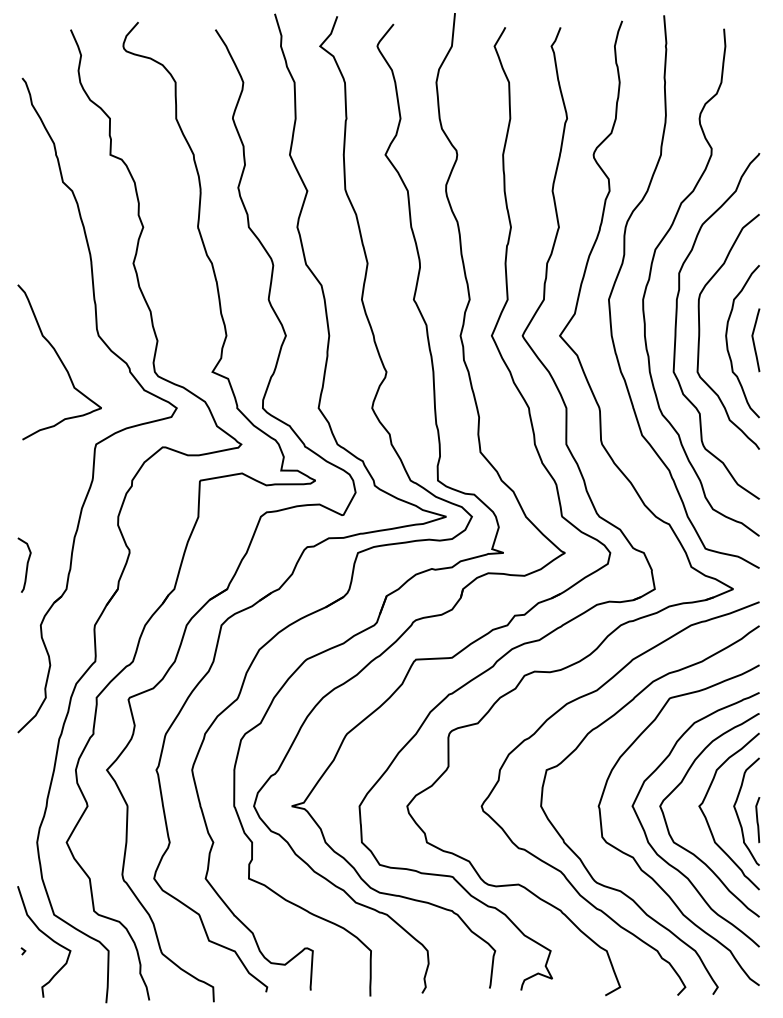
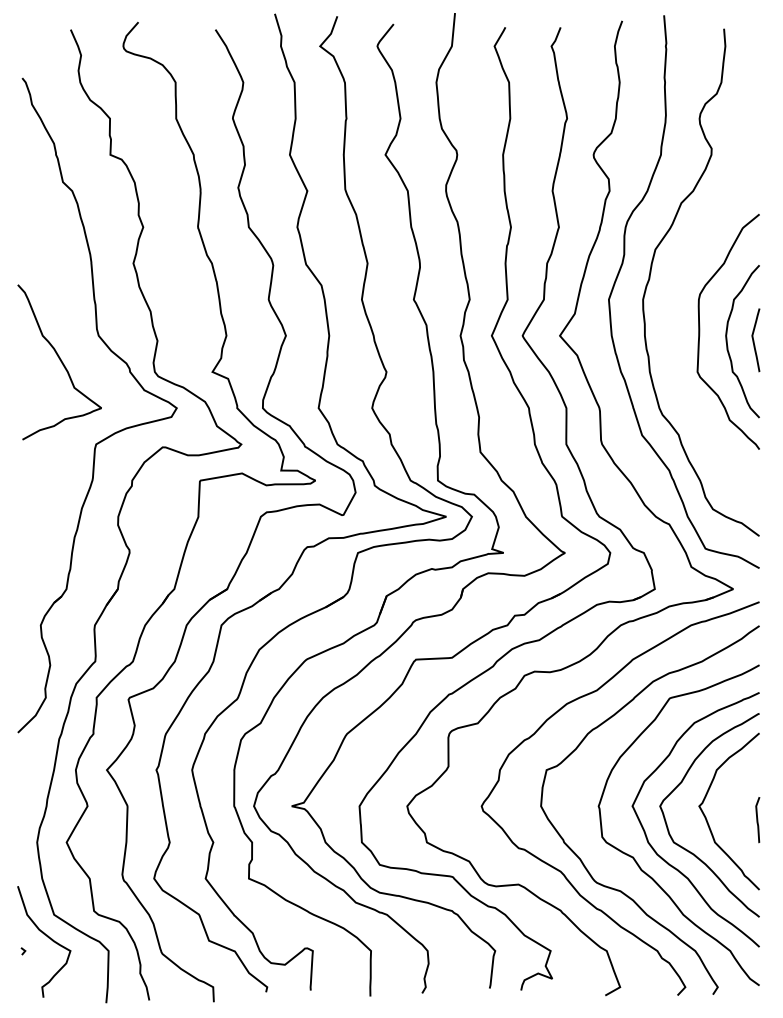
curve at (677, 318): present -> none
curve at (26, 564): present -> none
curve at (738, 814): present -> none
